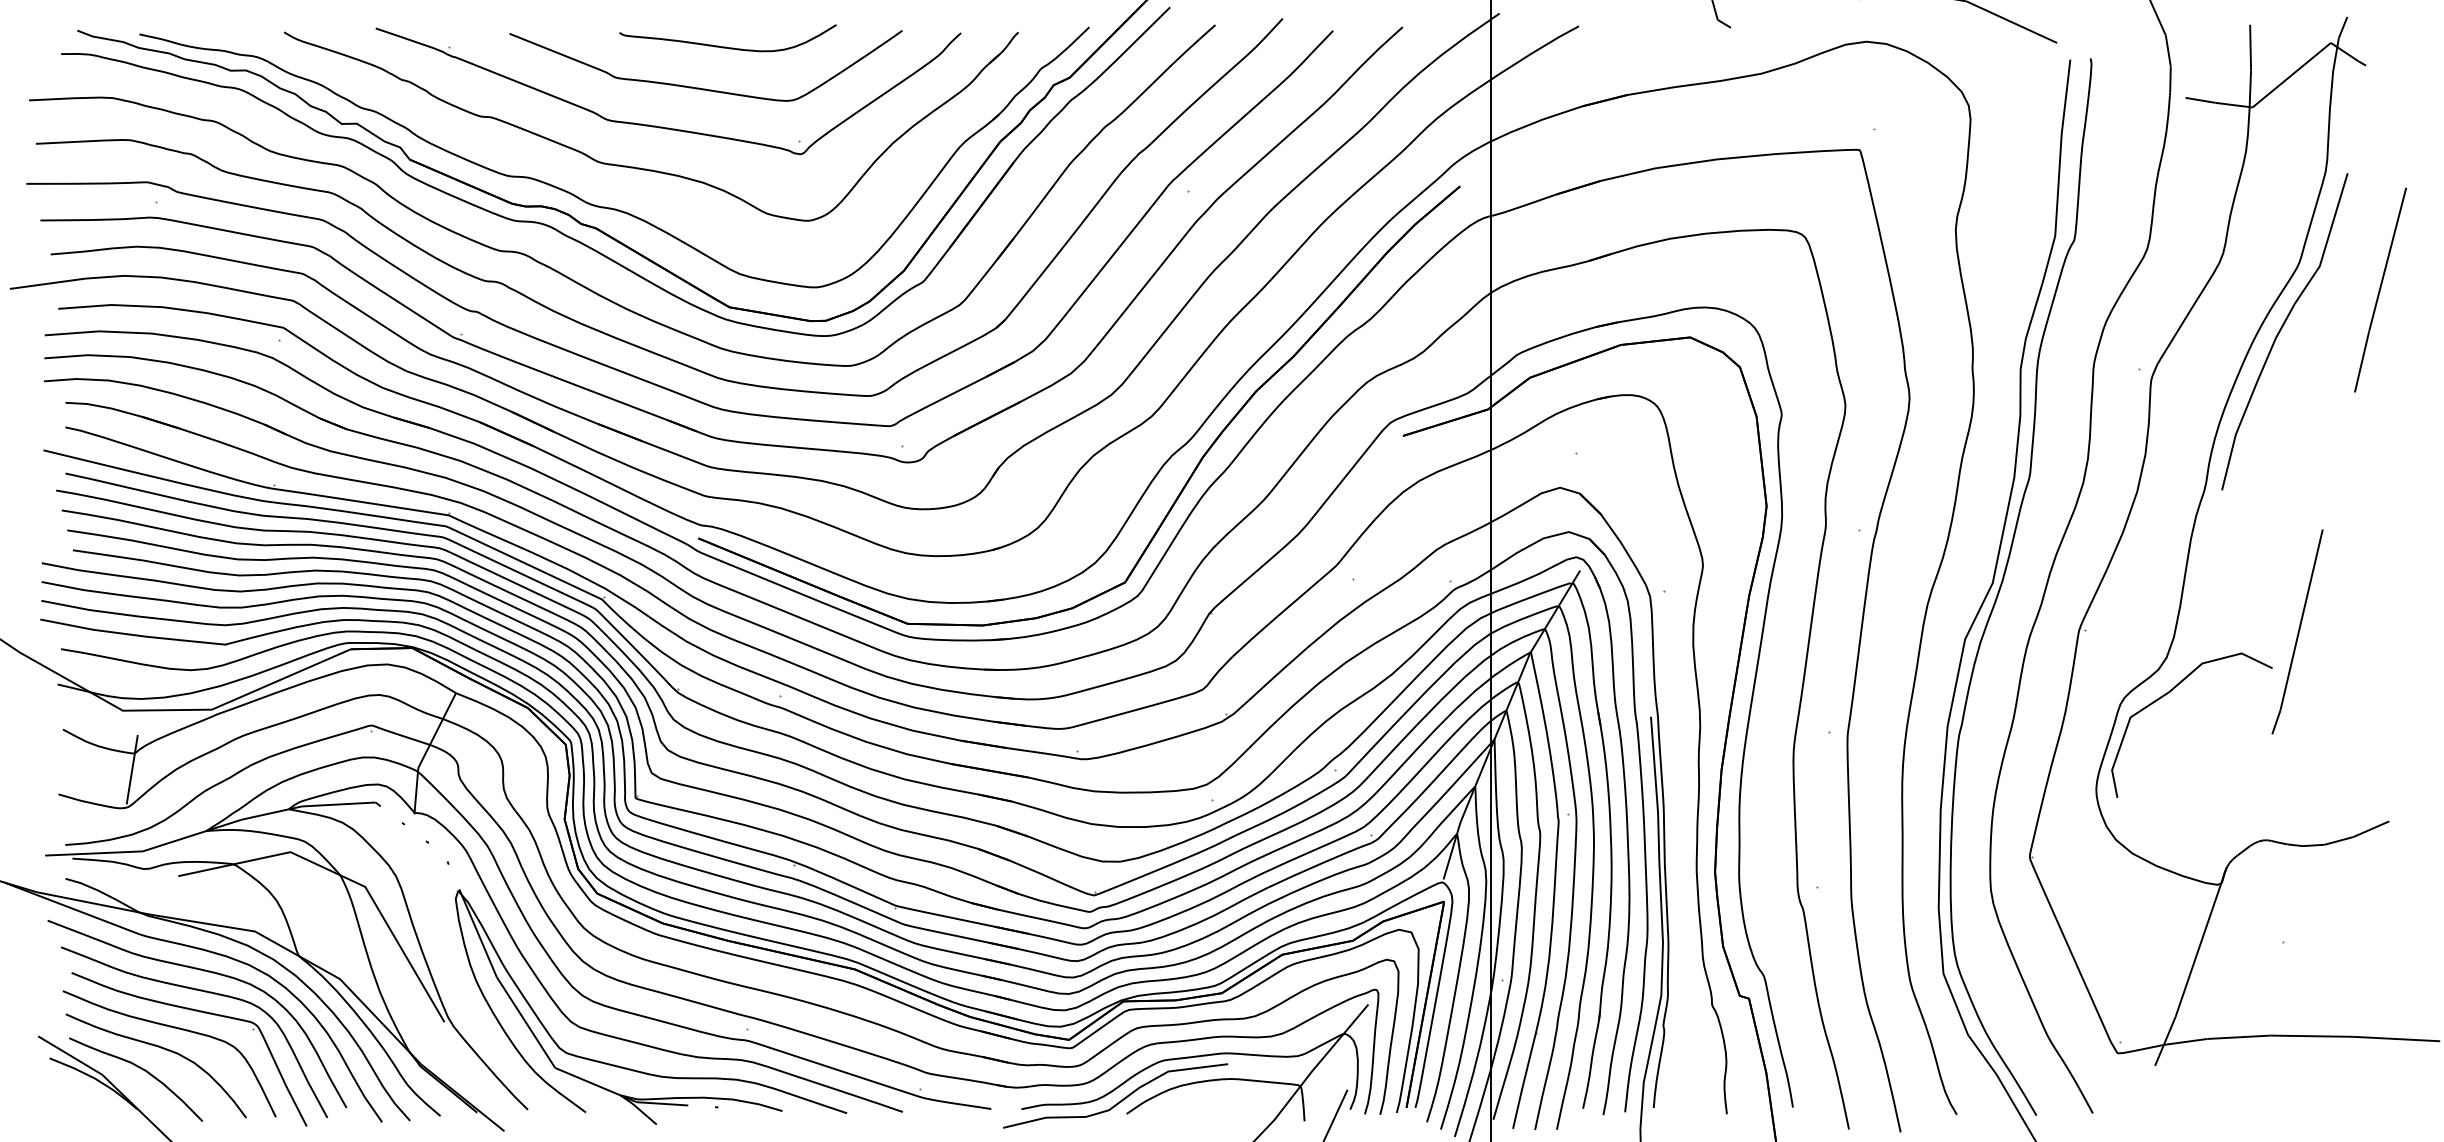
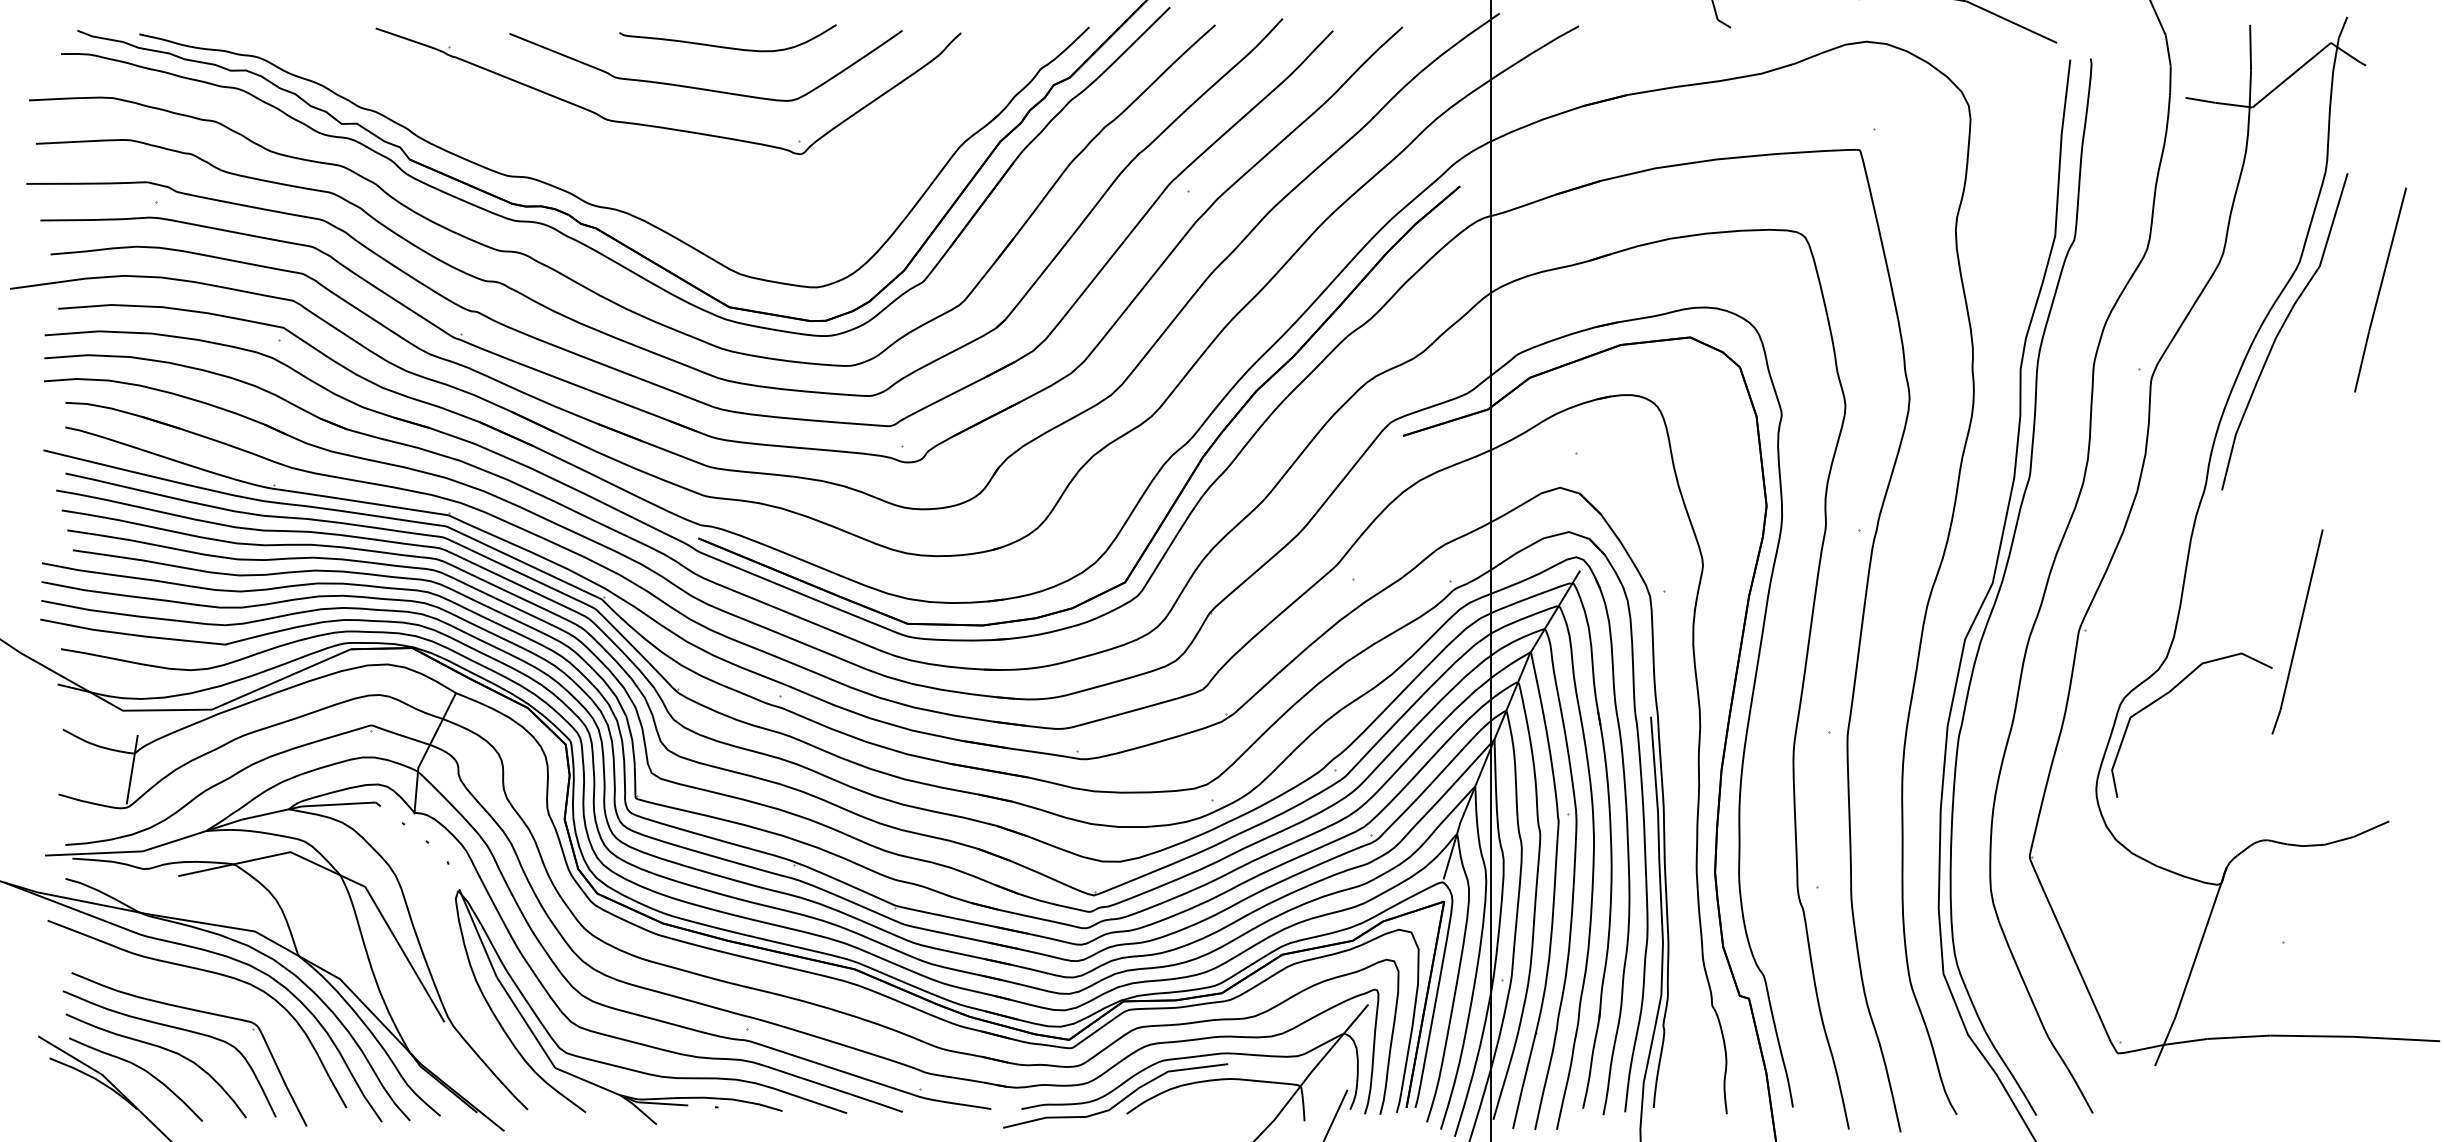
part at (646, 168): present -> none
curve at (204, 992): present -> none
